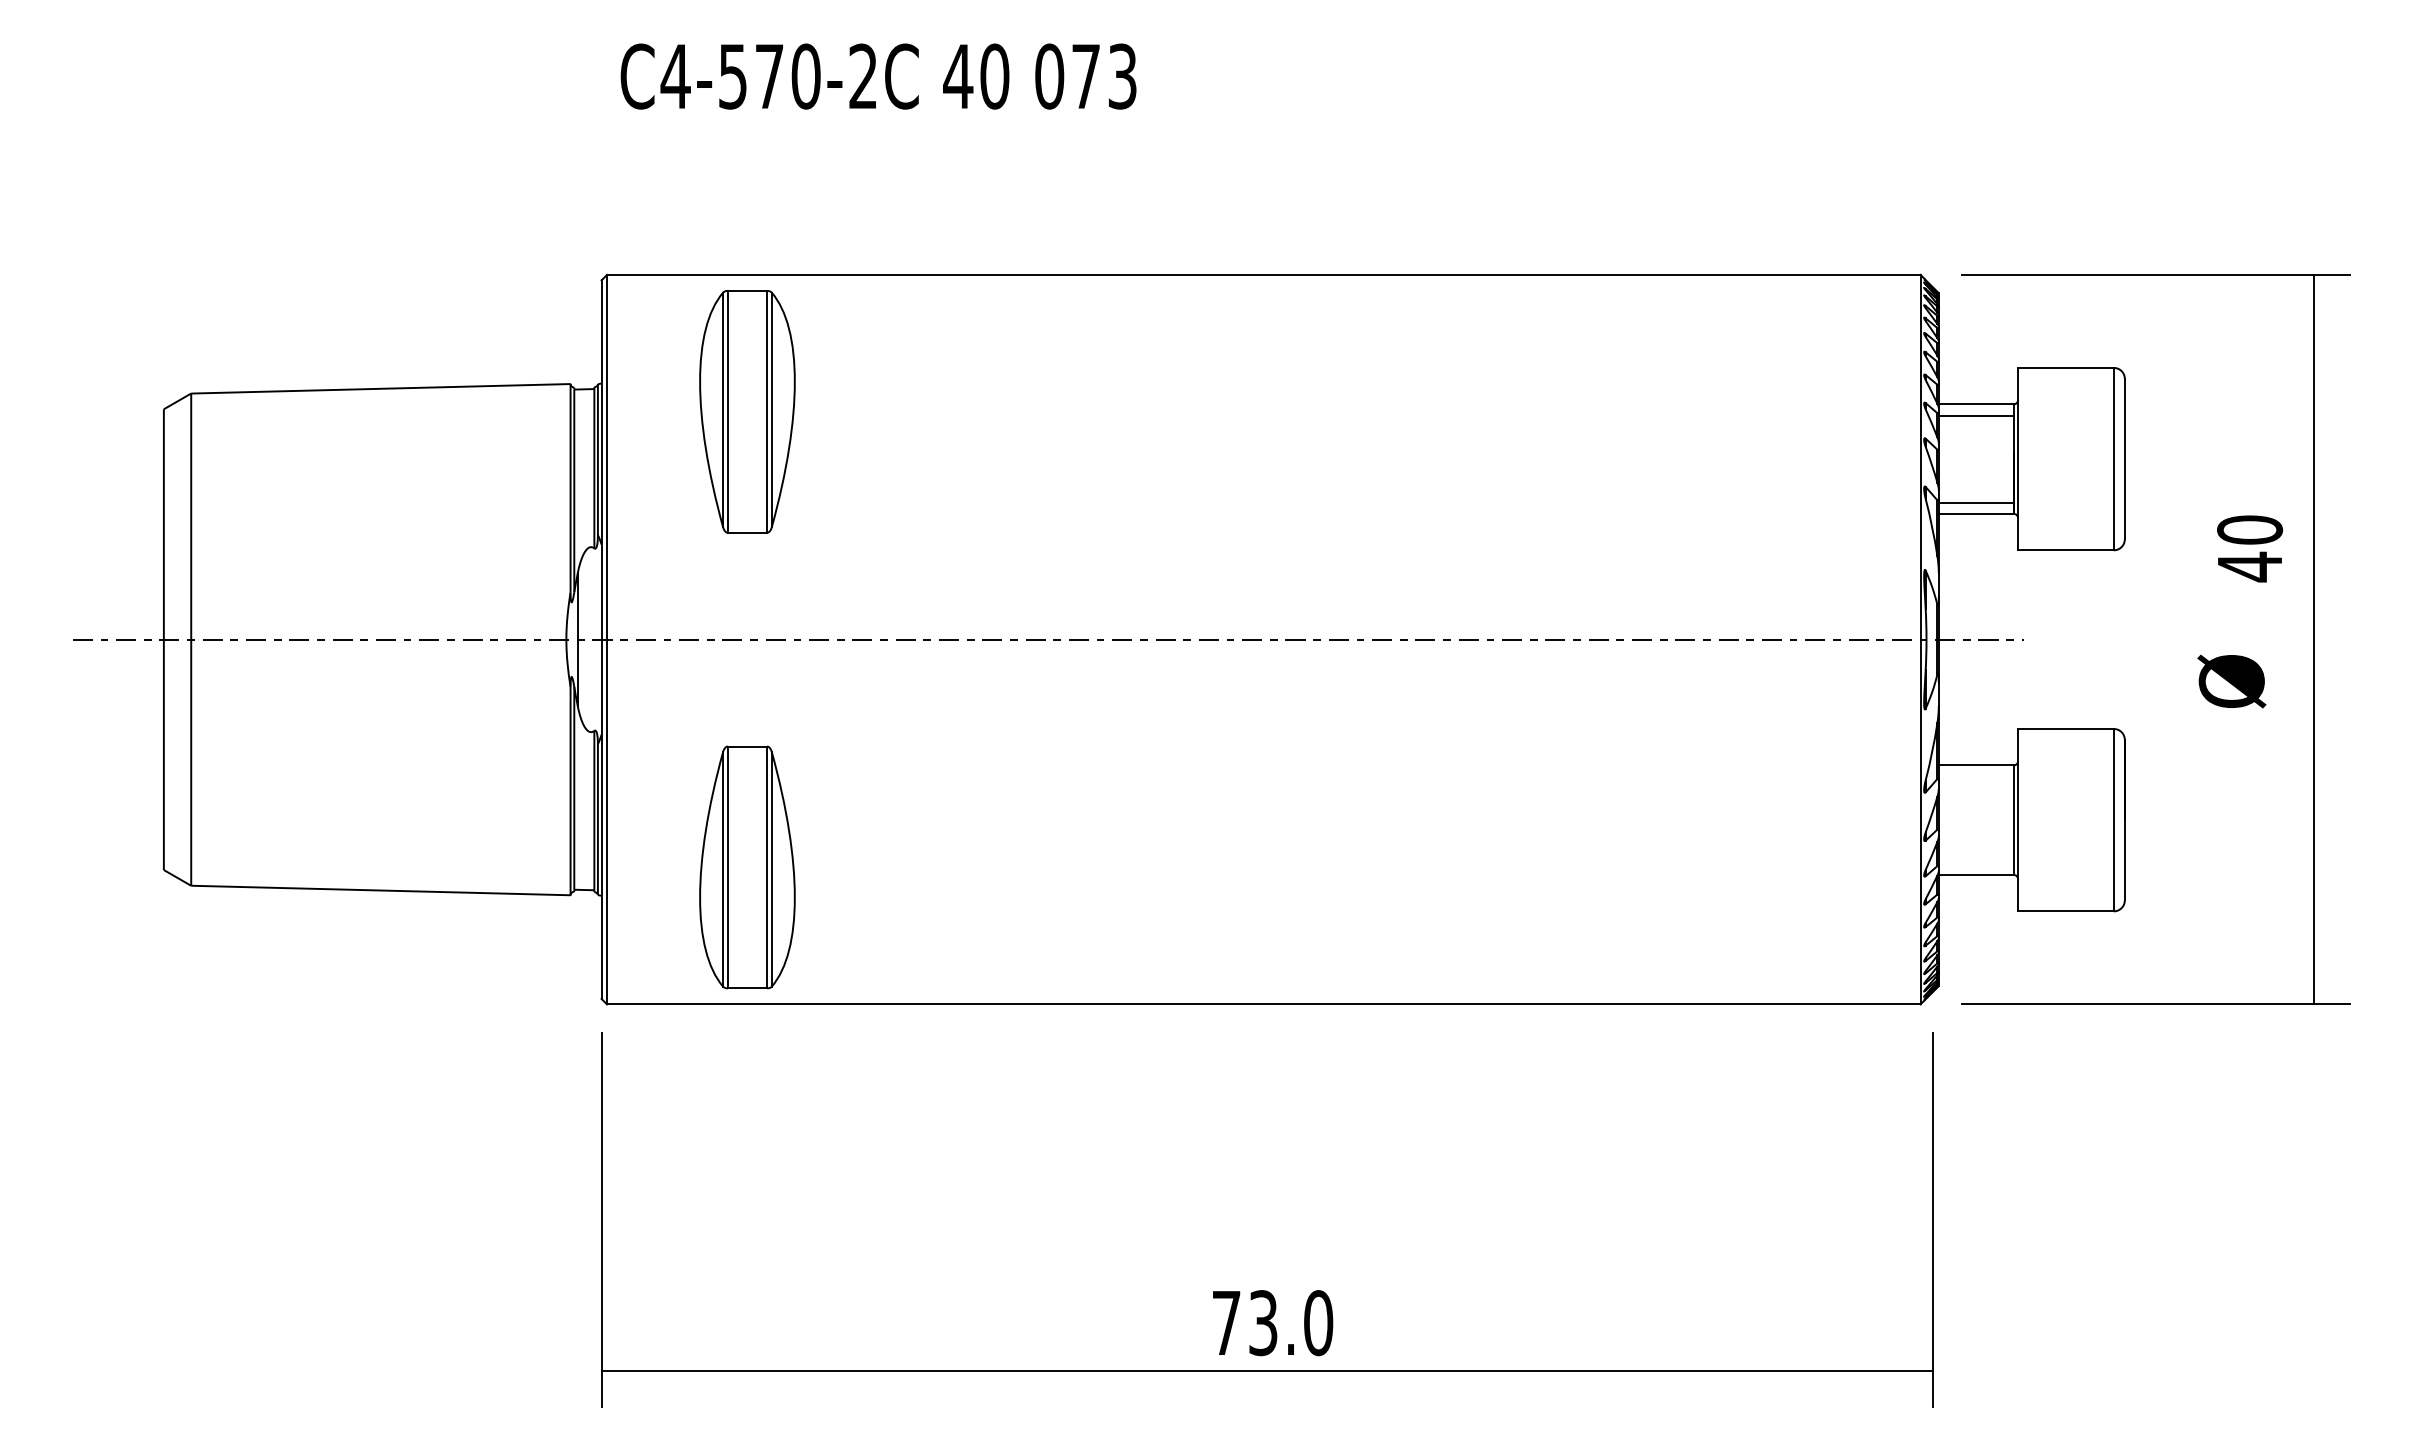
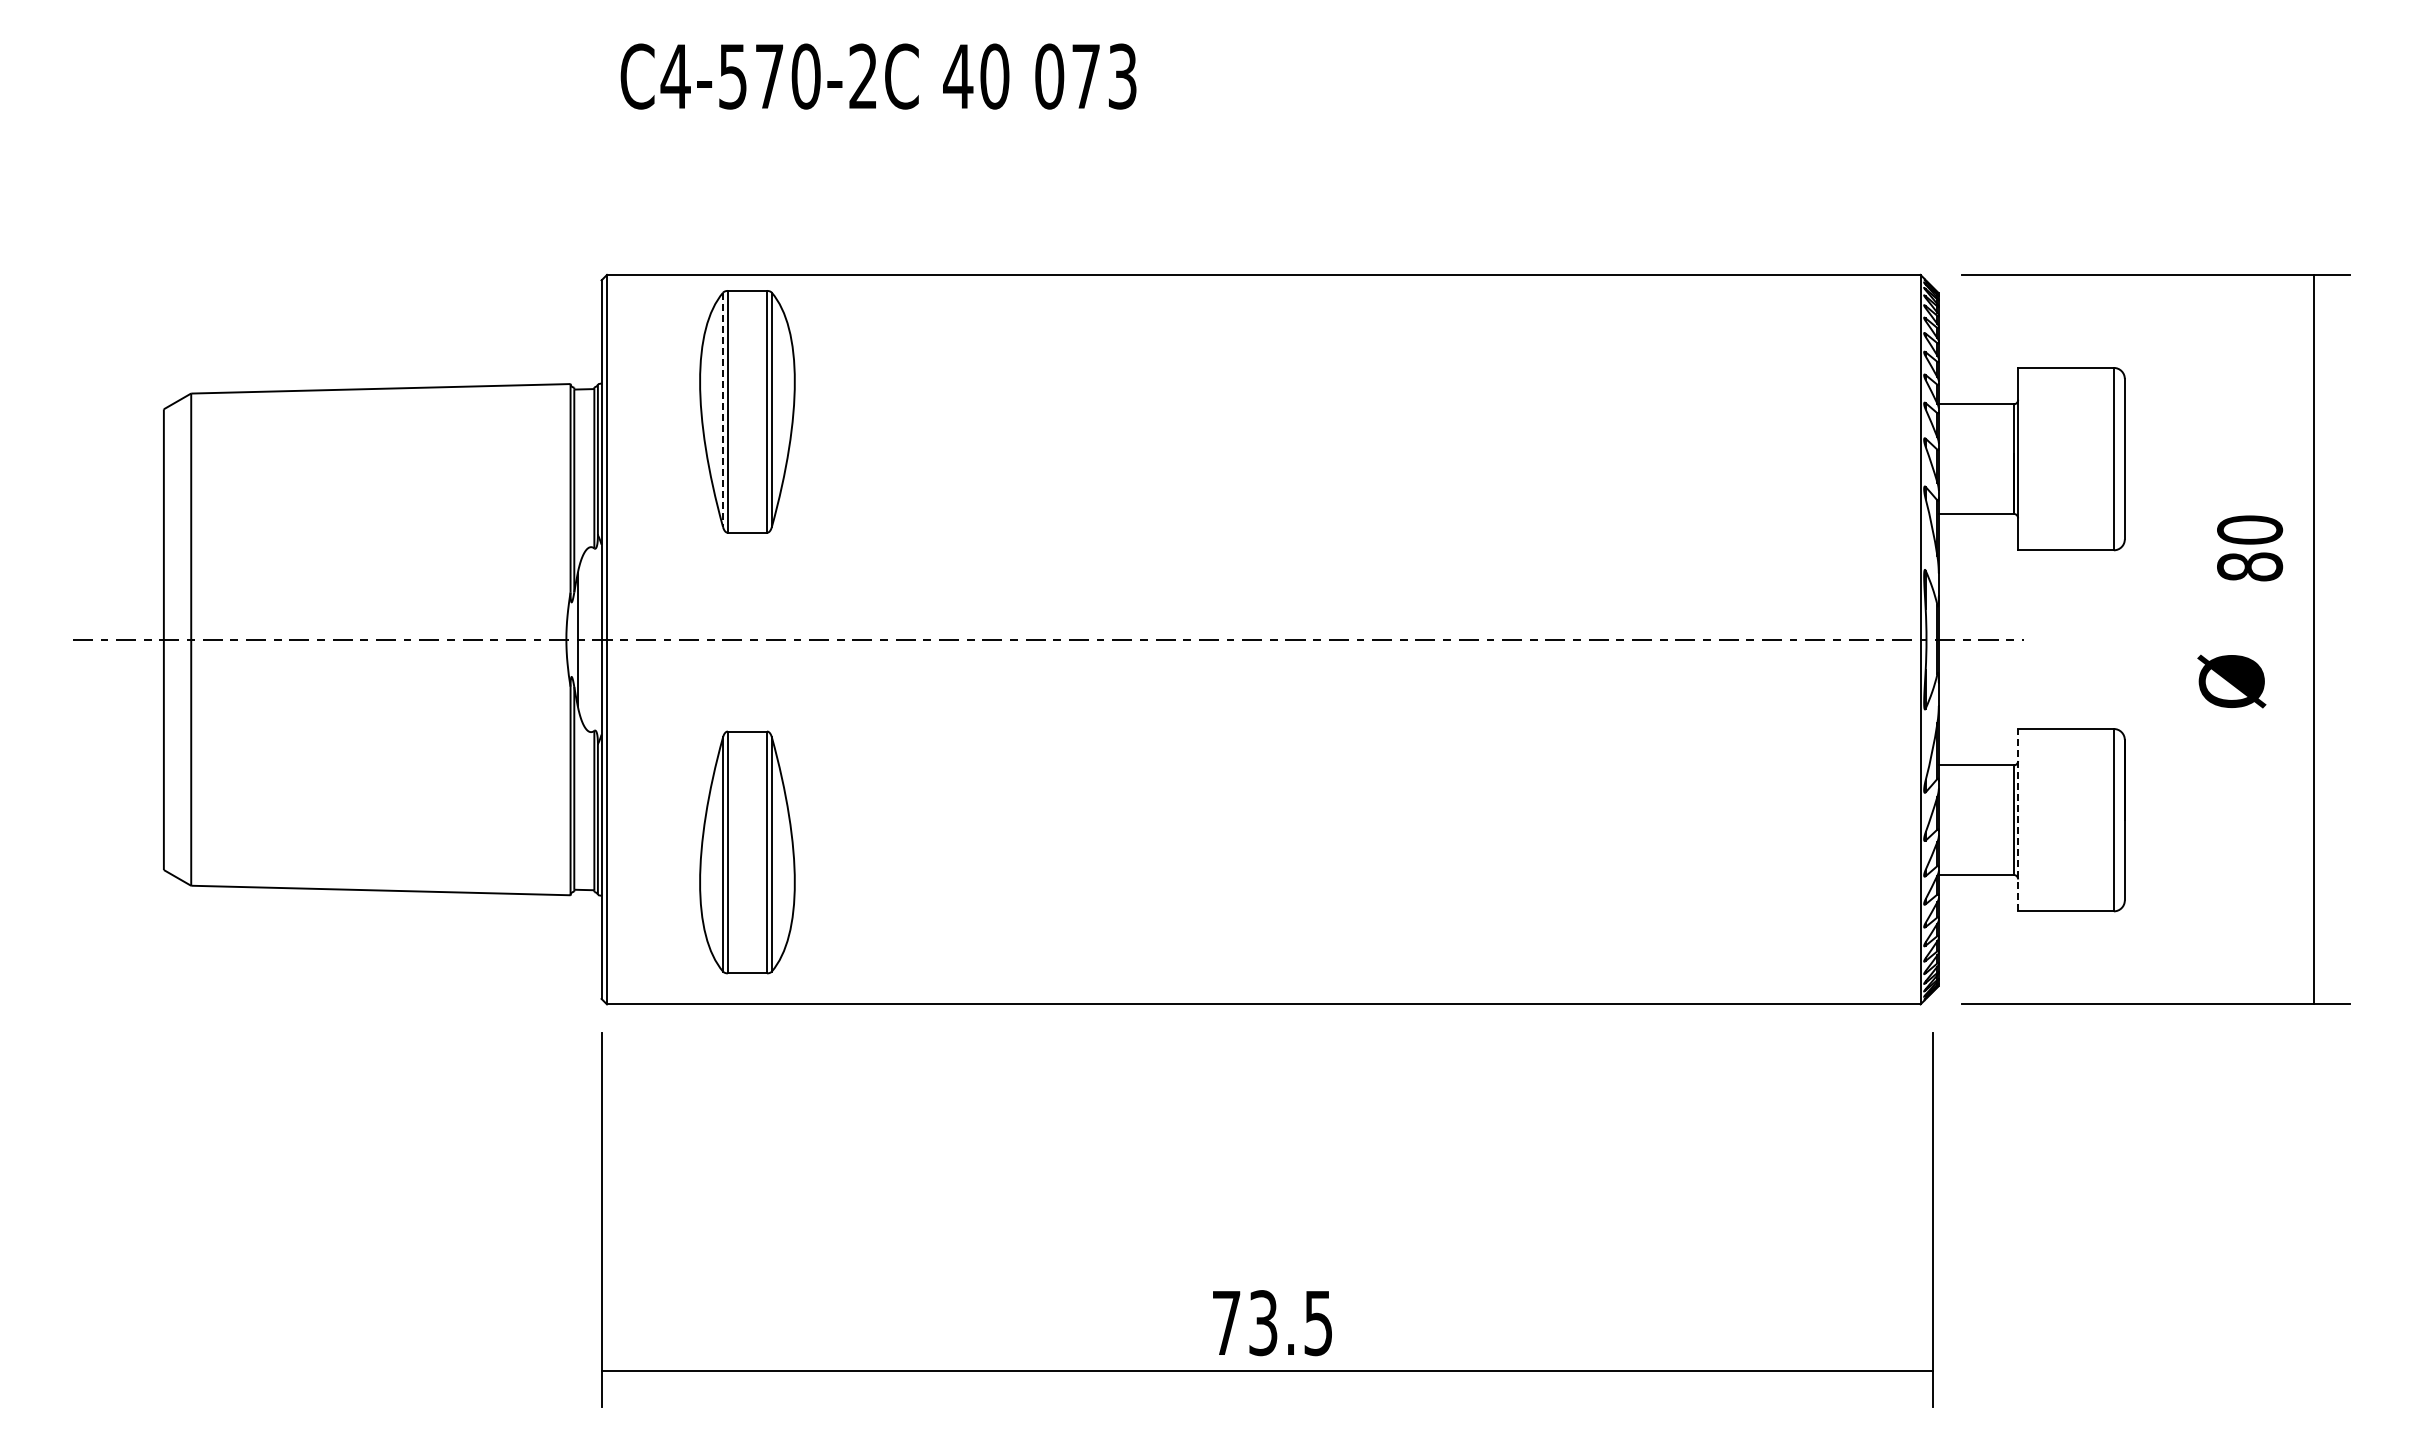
line at (723, 410): solid -> dashed
line at (1975, 415): present -> none
line at (1975, 502): present -> none
text at (2250, 566): 40 -> 80
line at (2018, 819): solid -> dashed
part at (747, 867) position: (747, 867) -> (747, 852)
text at (1318, 1323): 73.0 -> 73.5
